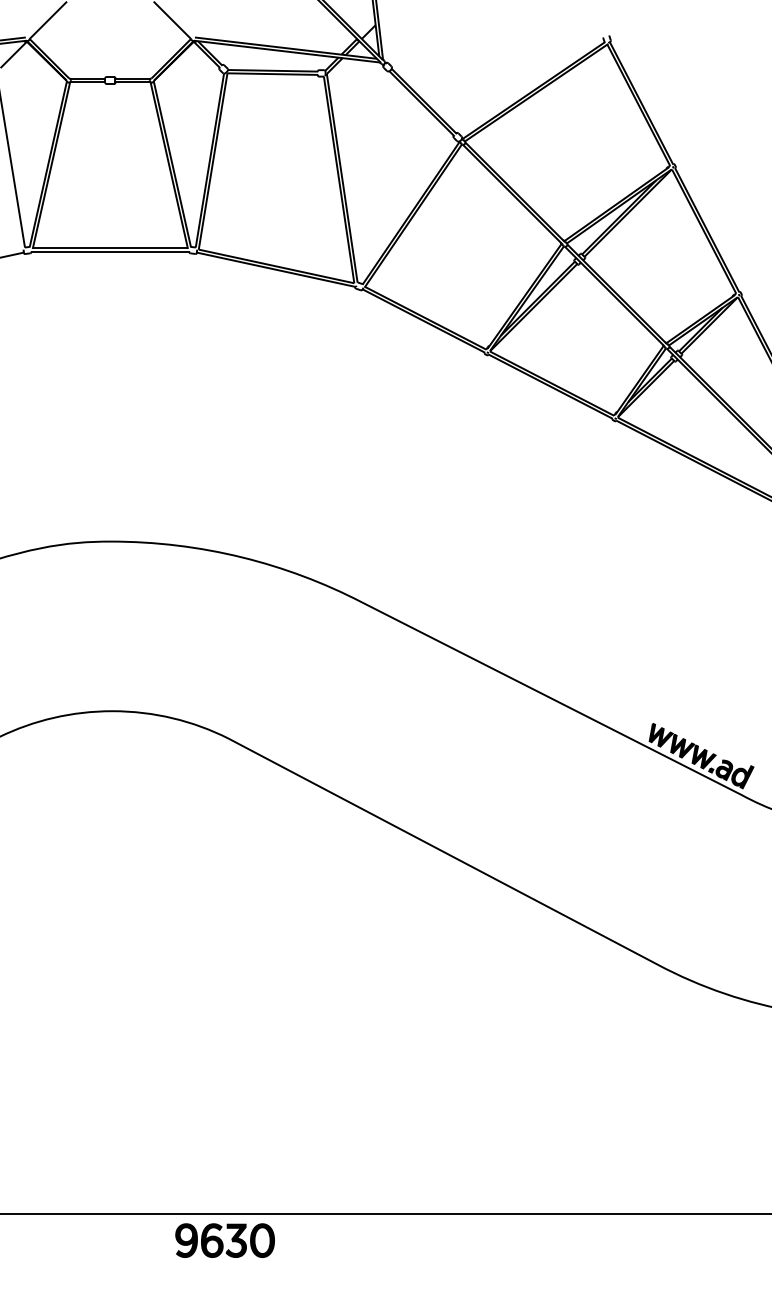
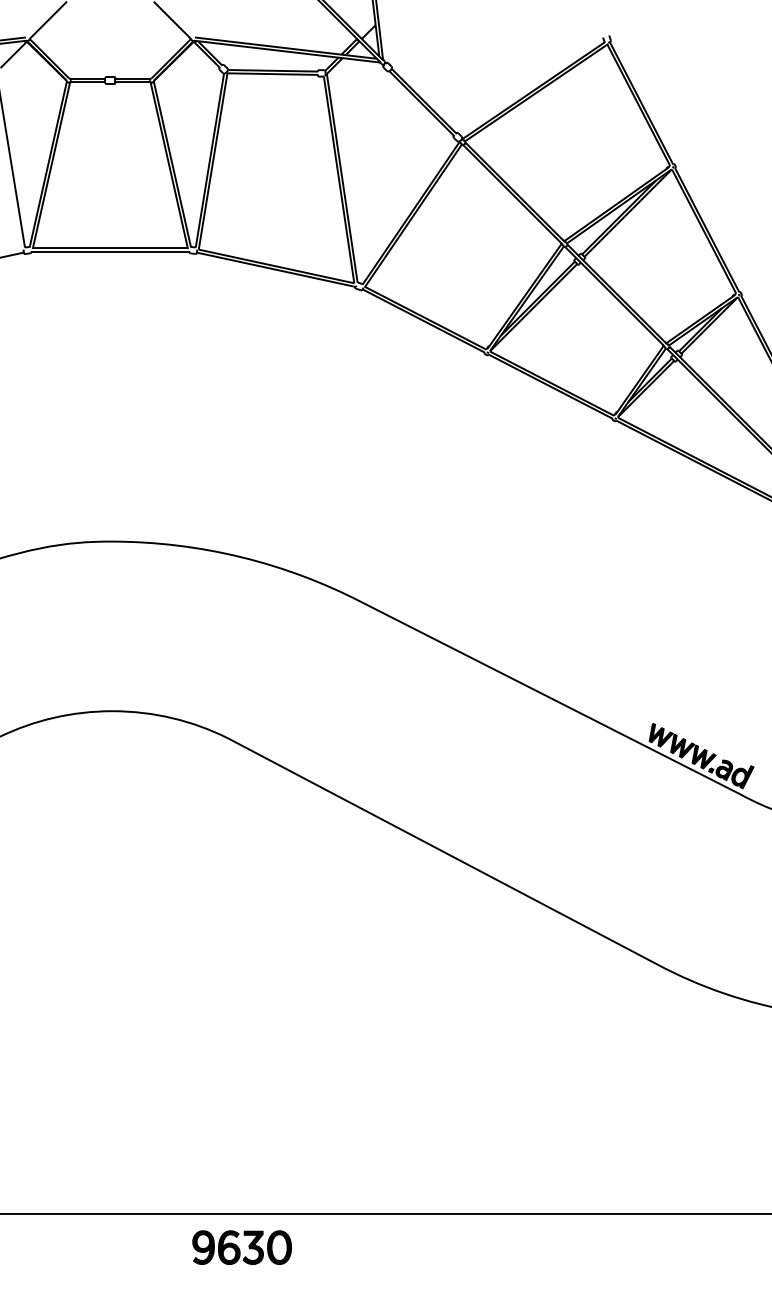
part at (224, 1240) position: (224, 1240) -> (241, 1247)
